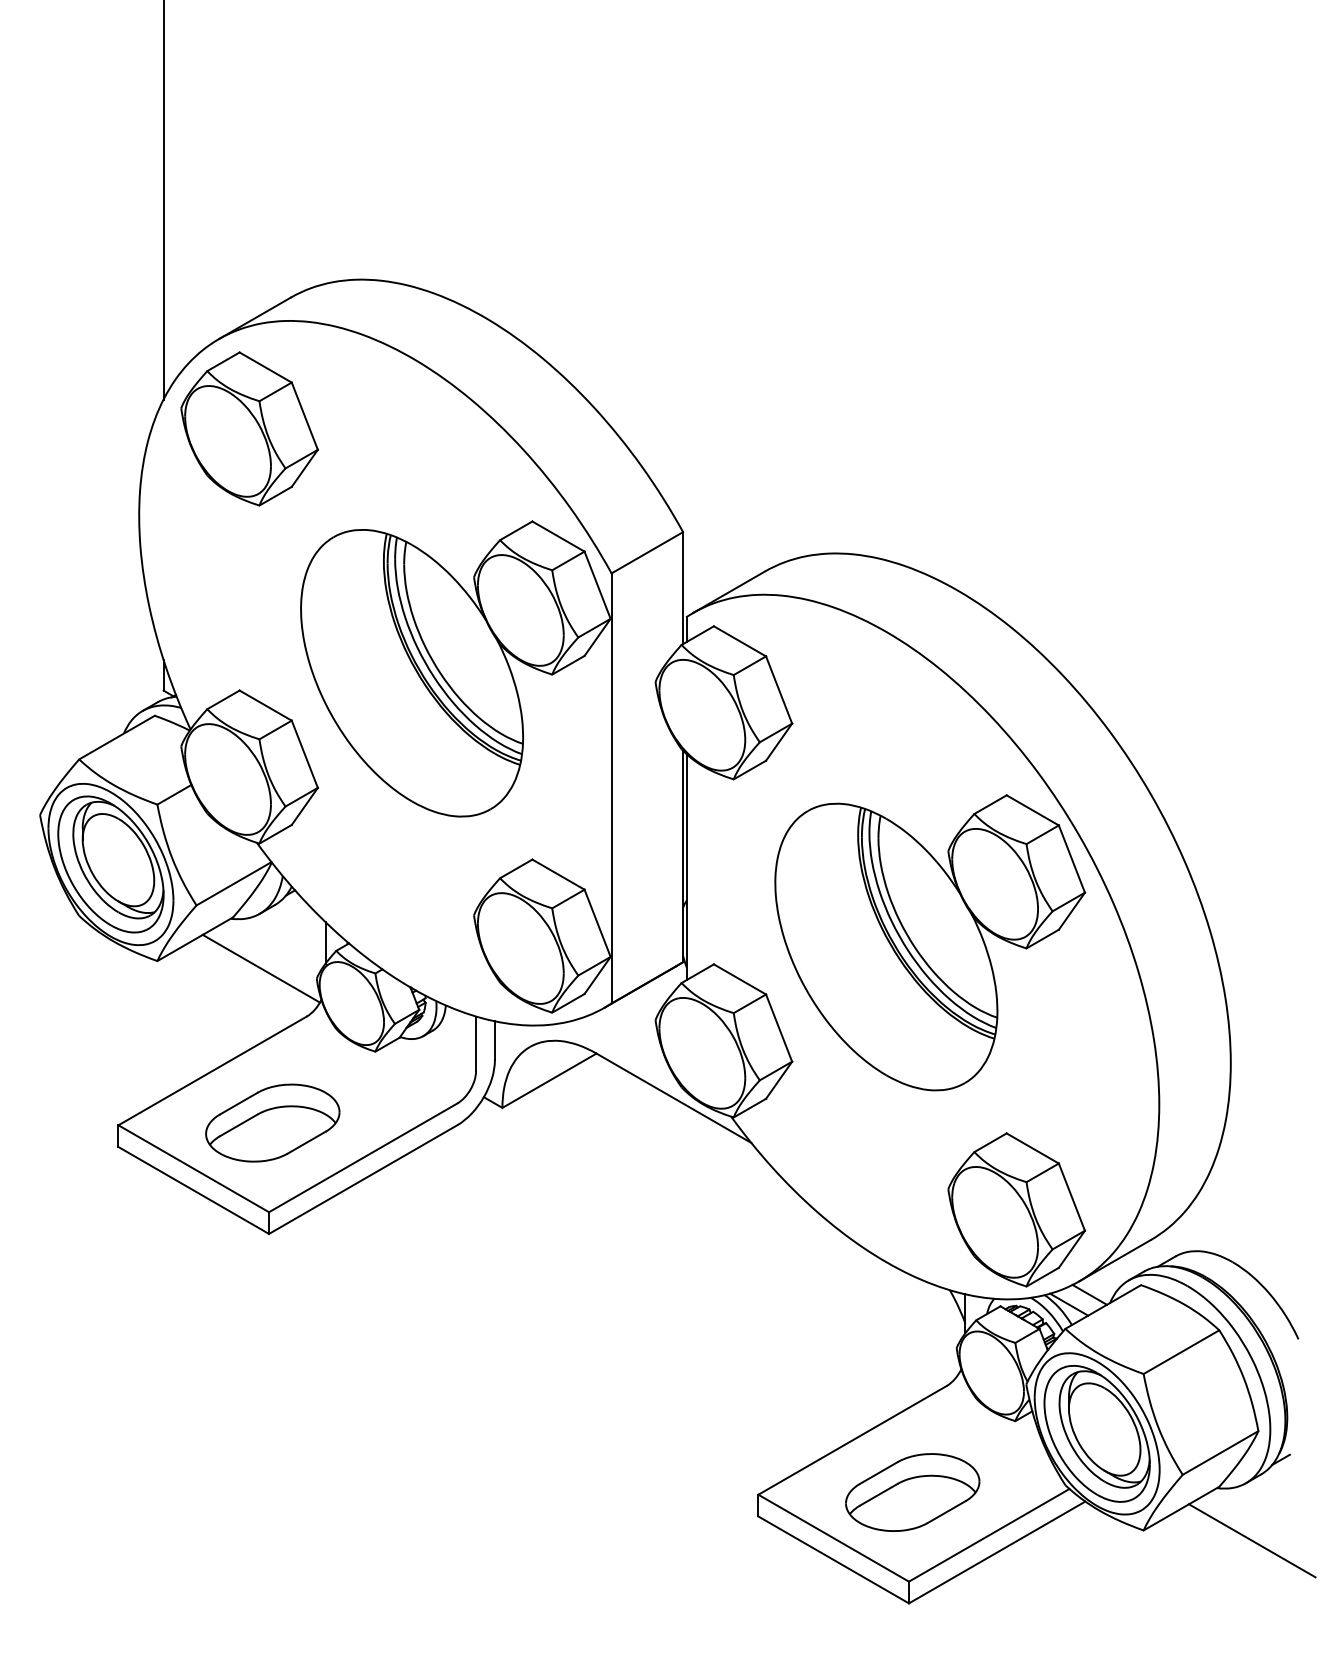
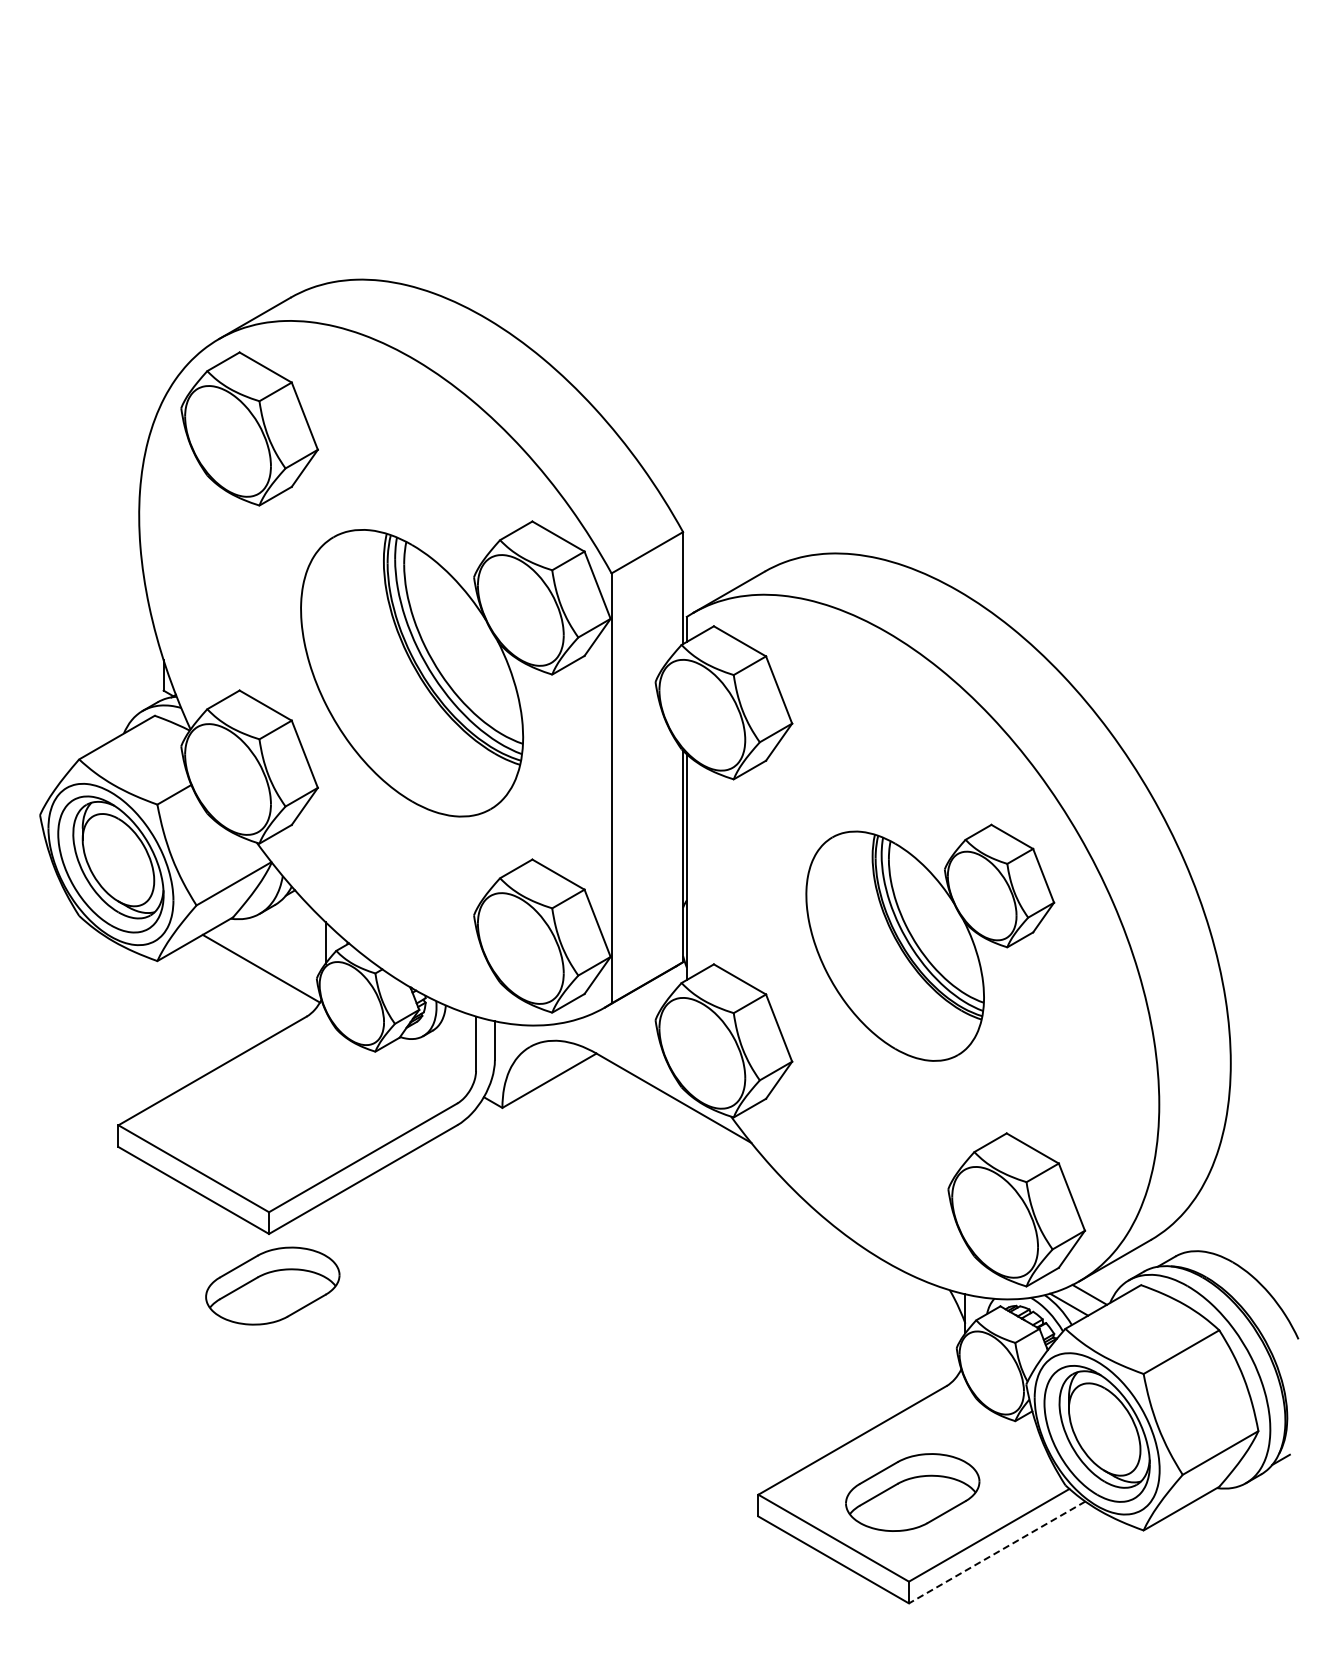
line at (163, 200): present -> none
part at (930, 942) size: 313x298 px -> 251x239 px
part at (272, 1122) position: (272, 1122) -> (272, 1285)
line at (1252, 1540): present -> none
line at (997, 1552): solid -> dashed
